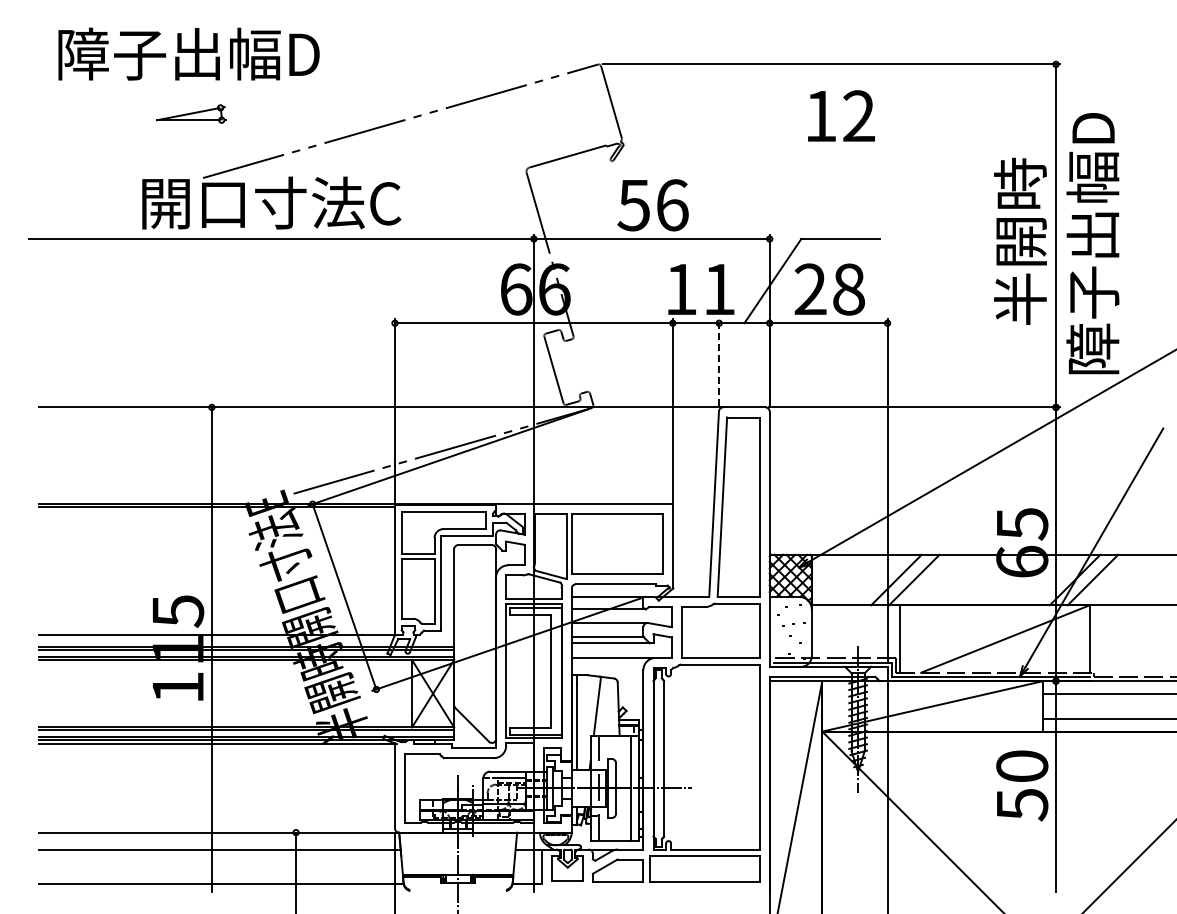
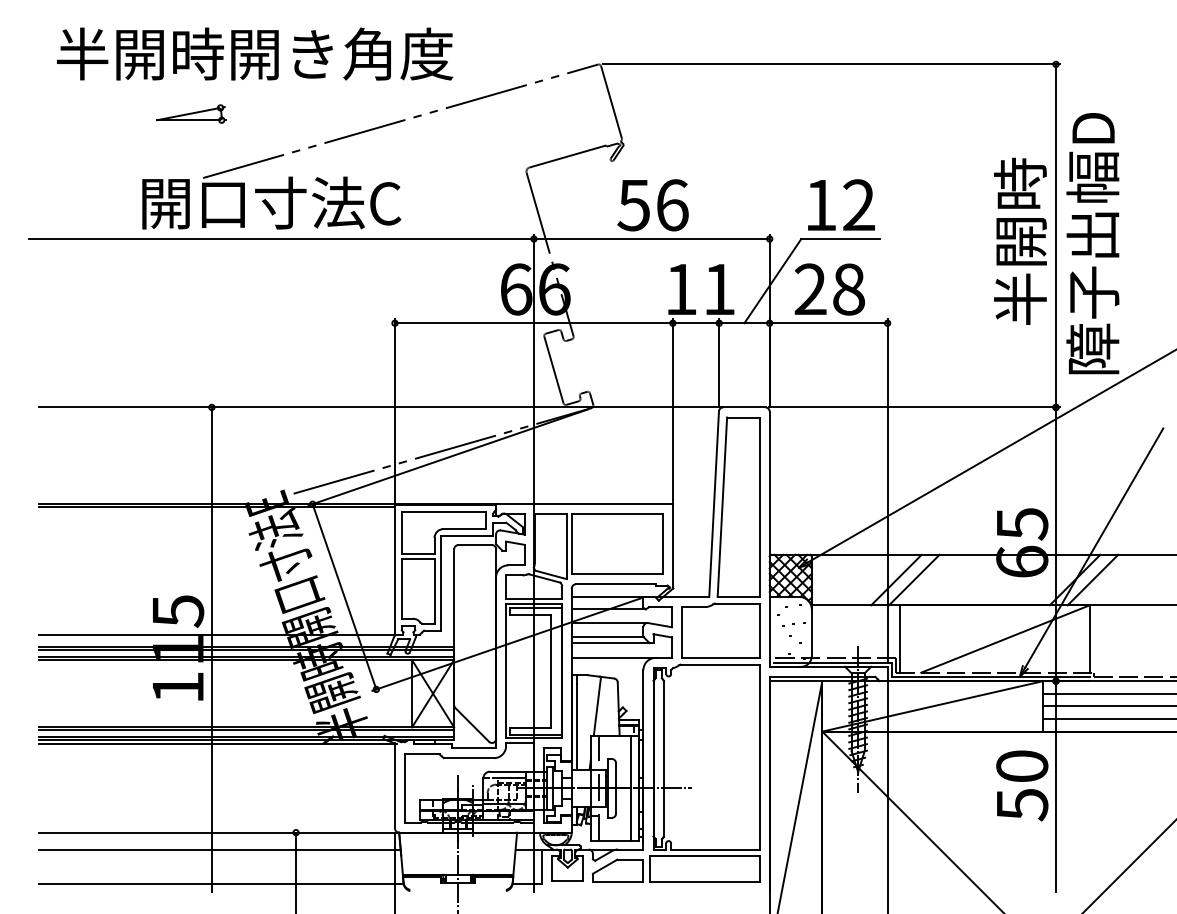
text at (254, 53): 障子出幅D -> 半開時開き角度
text at (841, 115) position: (841, 115) -> (841, 204)
line at (719, 362): dashed -> solid
line at (1108, 706): none -> present
